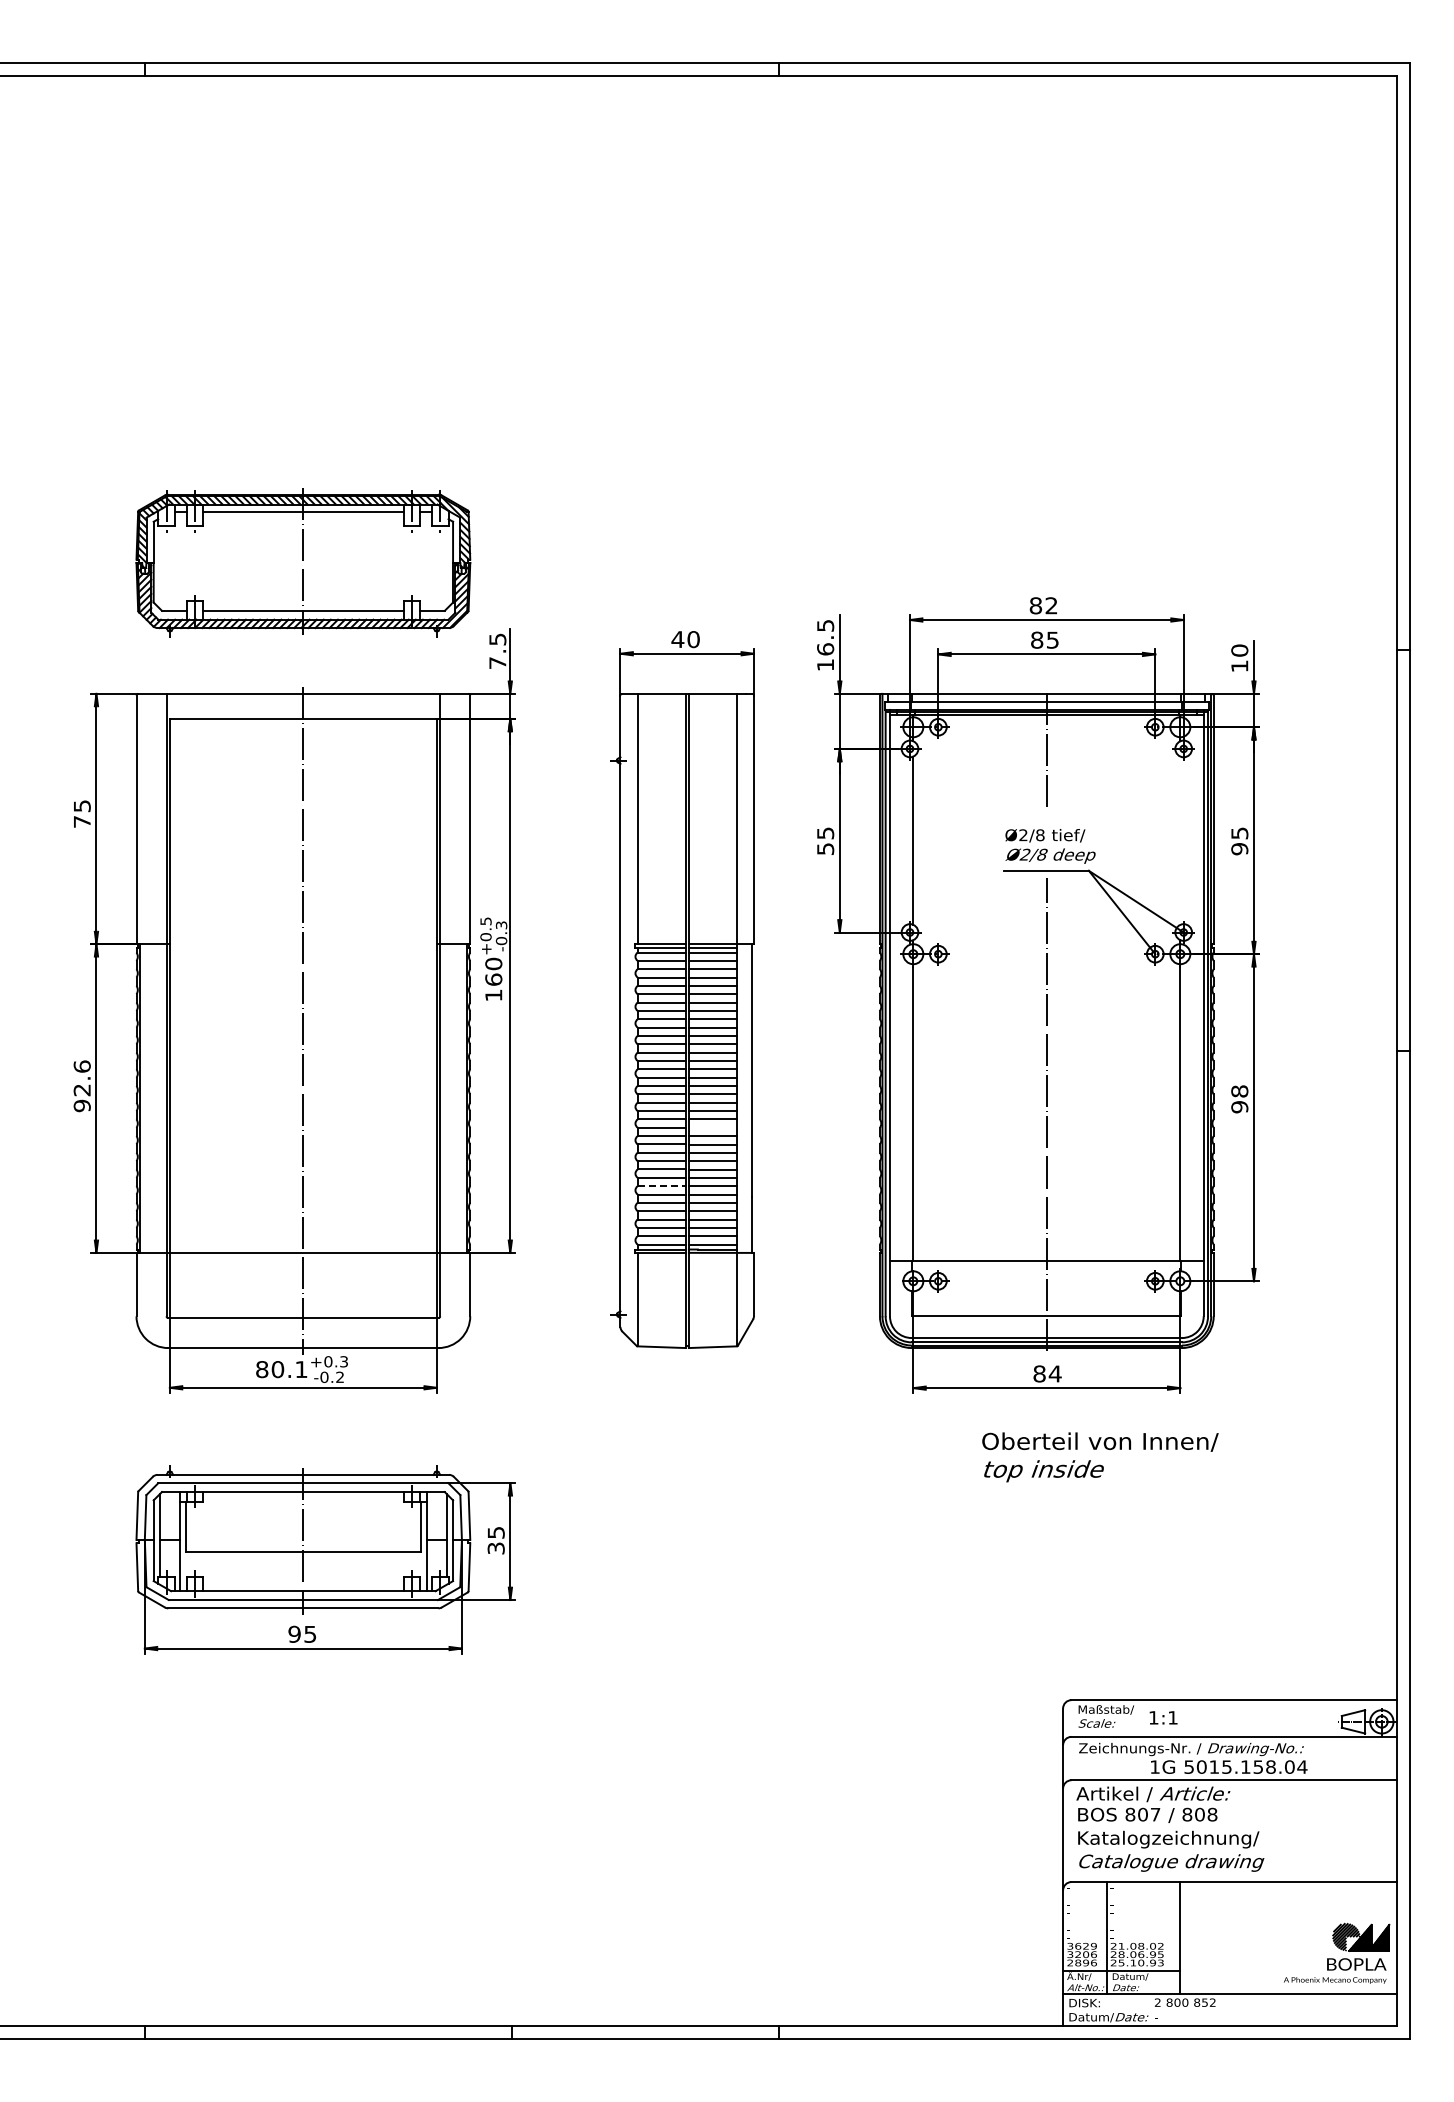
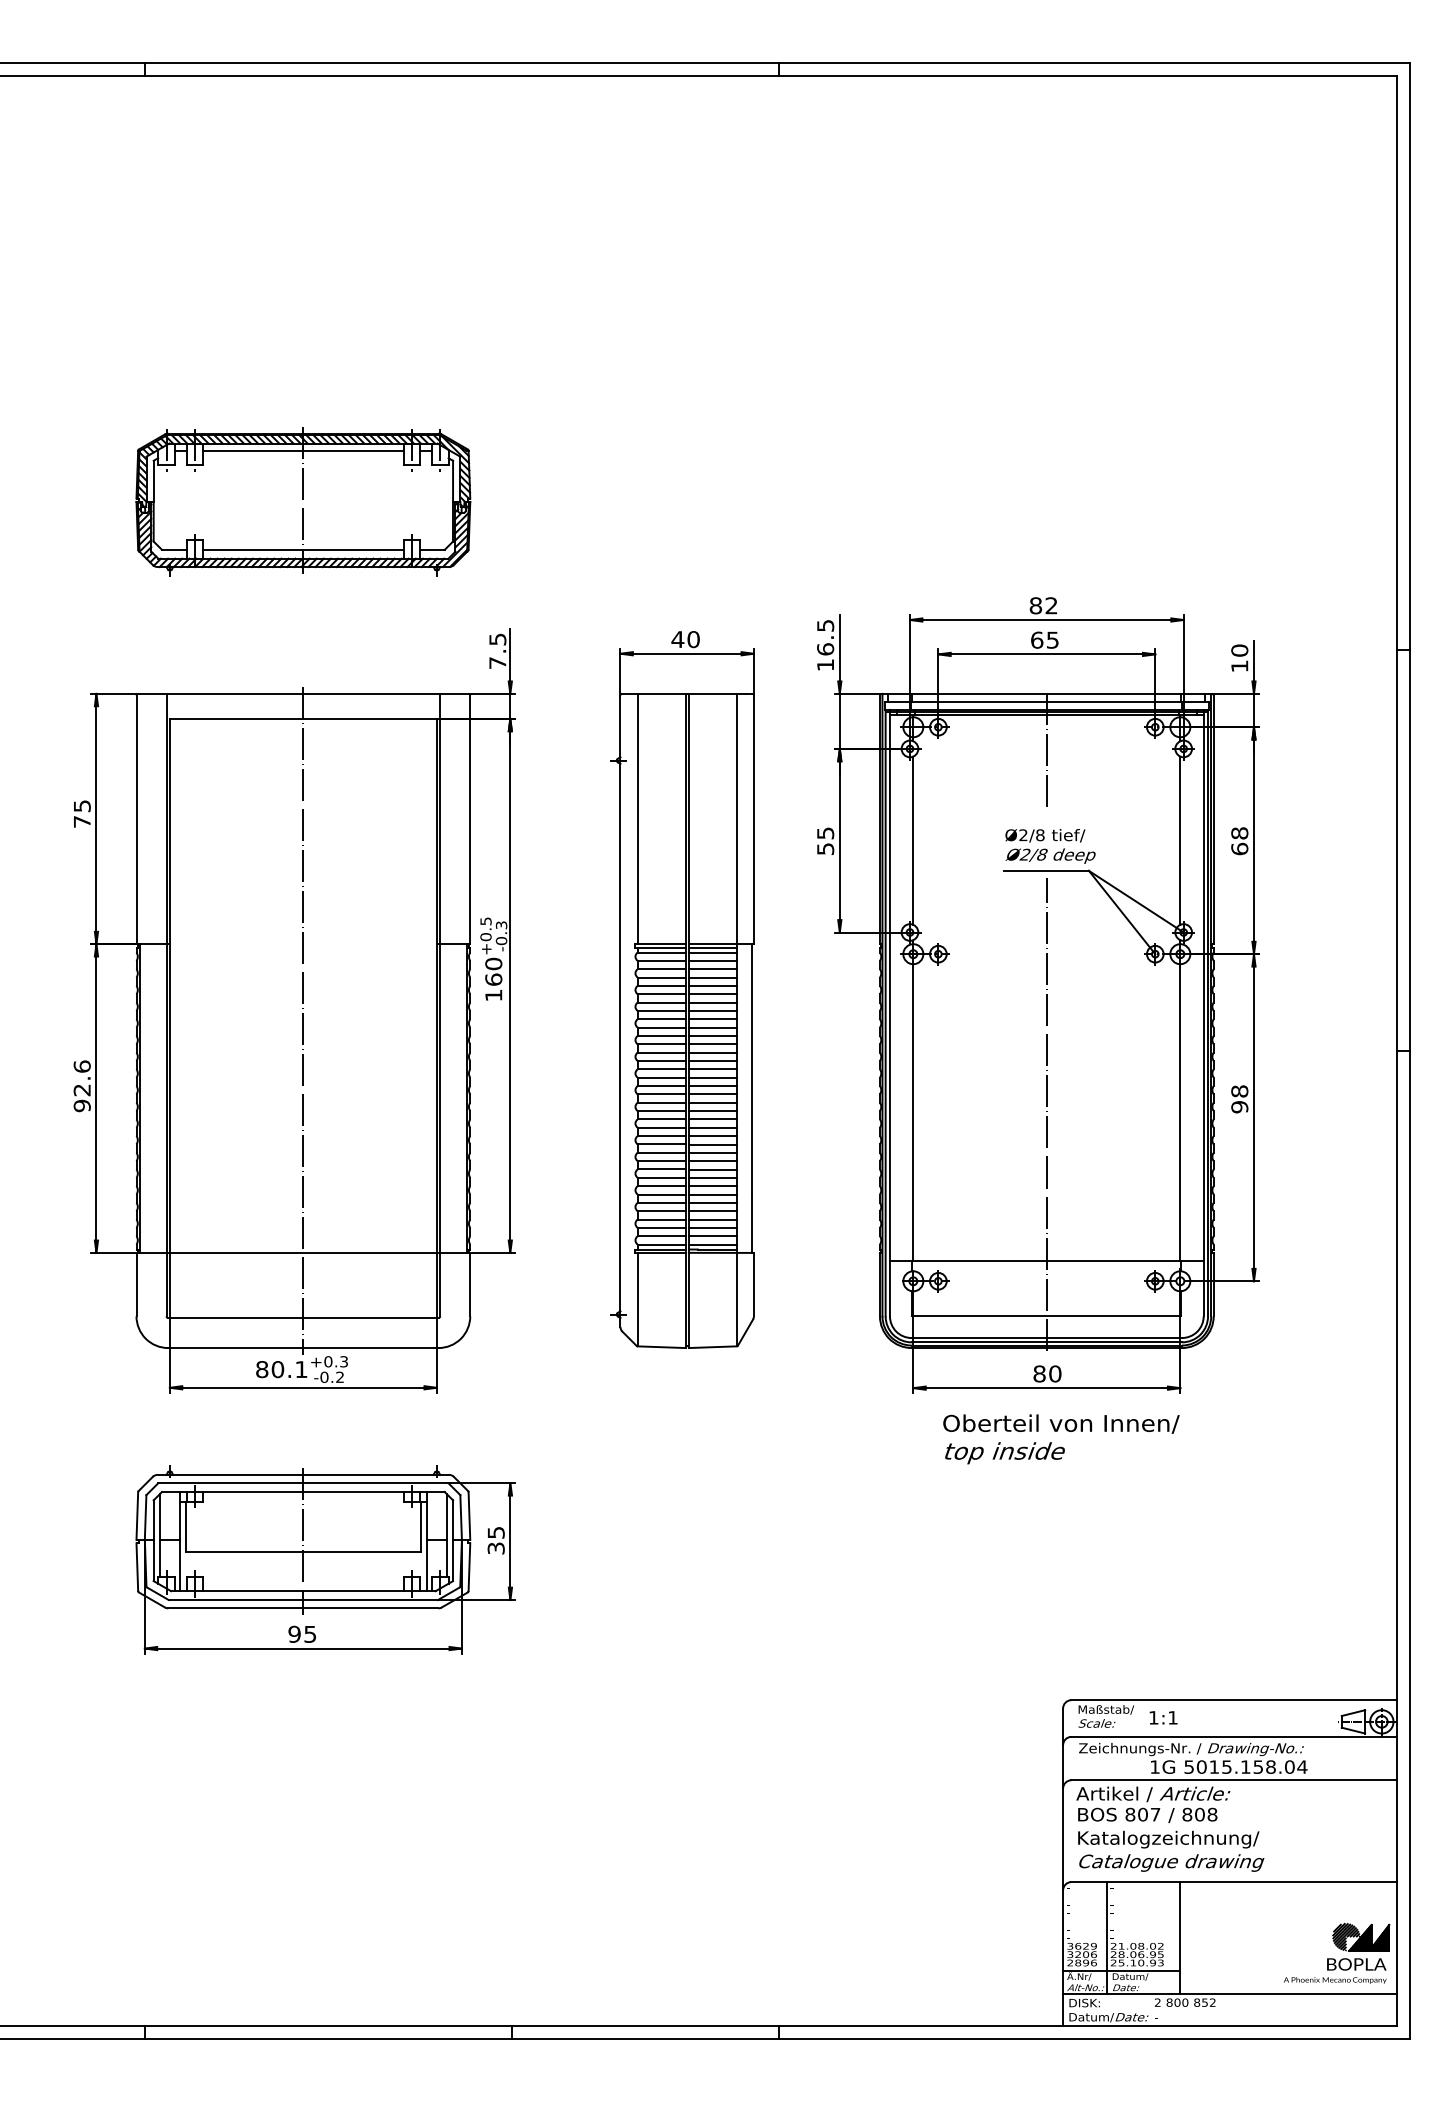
part at (303, 562) position: (303, 562) -> (303, 501)
text at (1037, 639): 85 -> 65
line at (1180, 840): none -> present
text at (1239, 841): 95 -> 68
line at (712, 1127): none -> present
line at (661, 1186): dashed -> solid
text at (1054, 1373): 84 -> 80
text at (1100, 1457) position: (1100, 1457) -> (1061, 1439)
